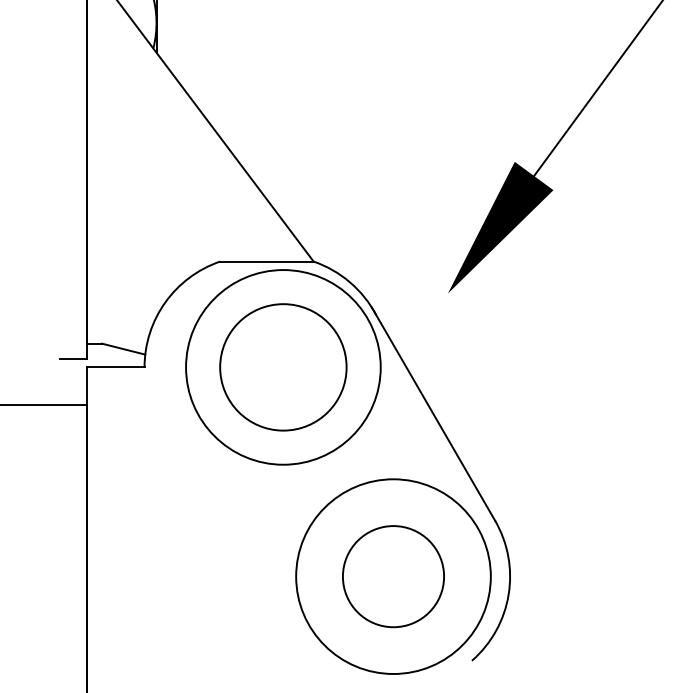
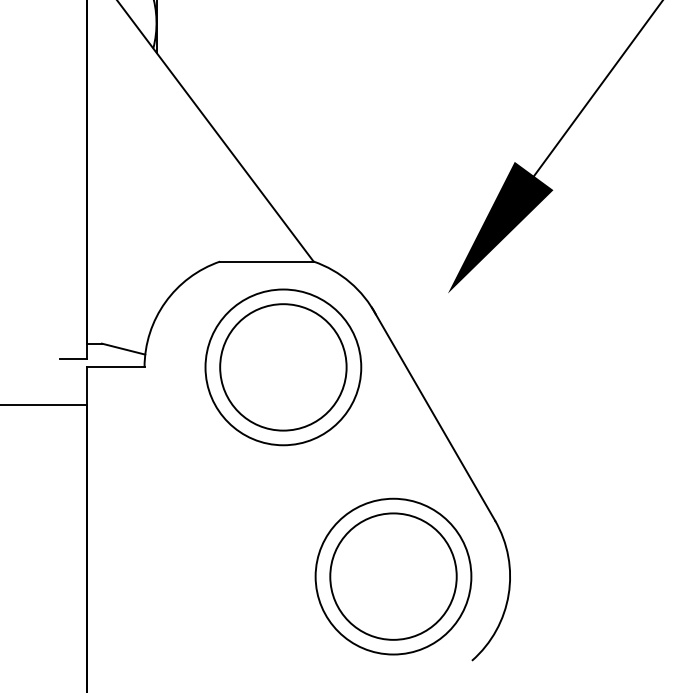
circle at (283, 367) diameter: 195 px -> 156 px
circle at (393, 576) diameter: 101 px -> 126 px
circle at (393, 576) diameter: 195 px -> 156 px
